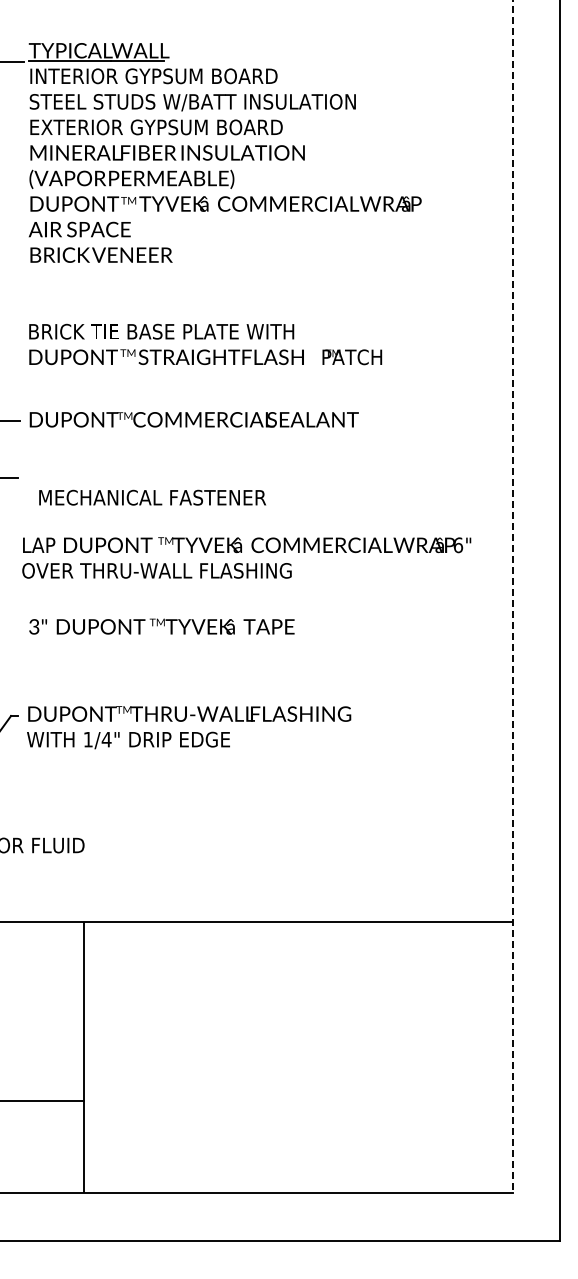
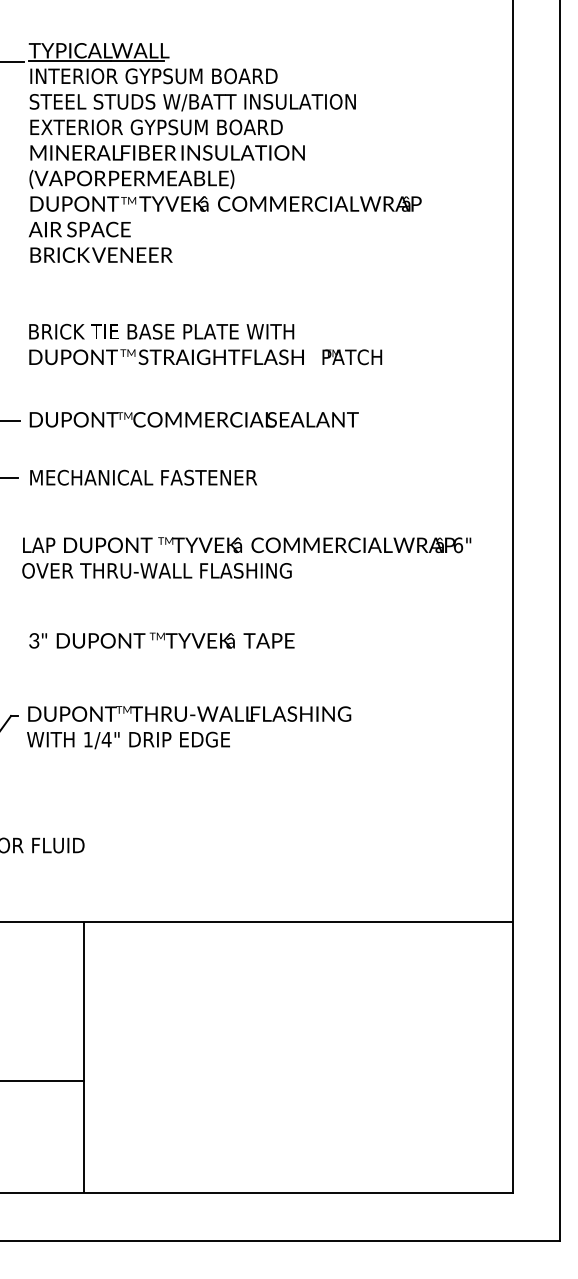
text at (152, 497) position: (152, 497) -> (143, 477)
line at (512, 596): dashed -> solid
text at (161, 626) position: (161, 626) -> (161, 640)
line at (42, 1100) position: (42, 1100) -> (42, 1080)
